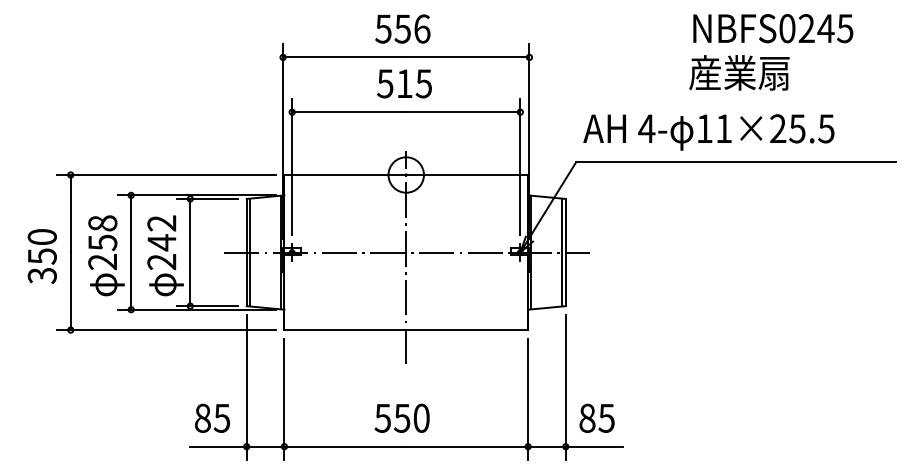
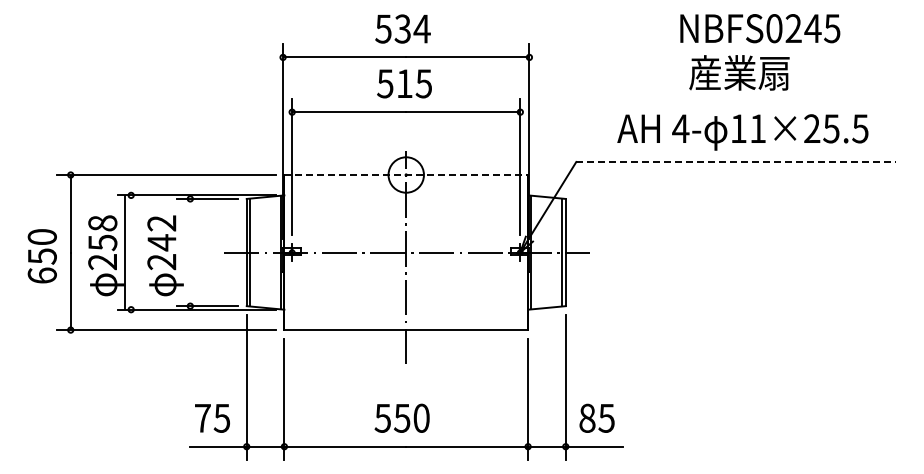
text at (412, 28): 556 -> 534
text at (773, 28) position: (773, 28) -> (760, 28)
text at (708, 132) position: (708, 132) -> (742, 132)
line at (736, 162): solid -> dashed
line at (406, 175): solid -> dashed
line at (131, 252) position: (131, 252) -> (125, 252)
line at (190, 252): present -> none
text at (41, 275): 350 -> 650
text at (202, 417): 85 -> 75
